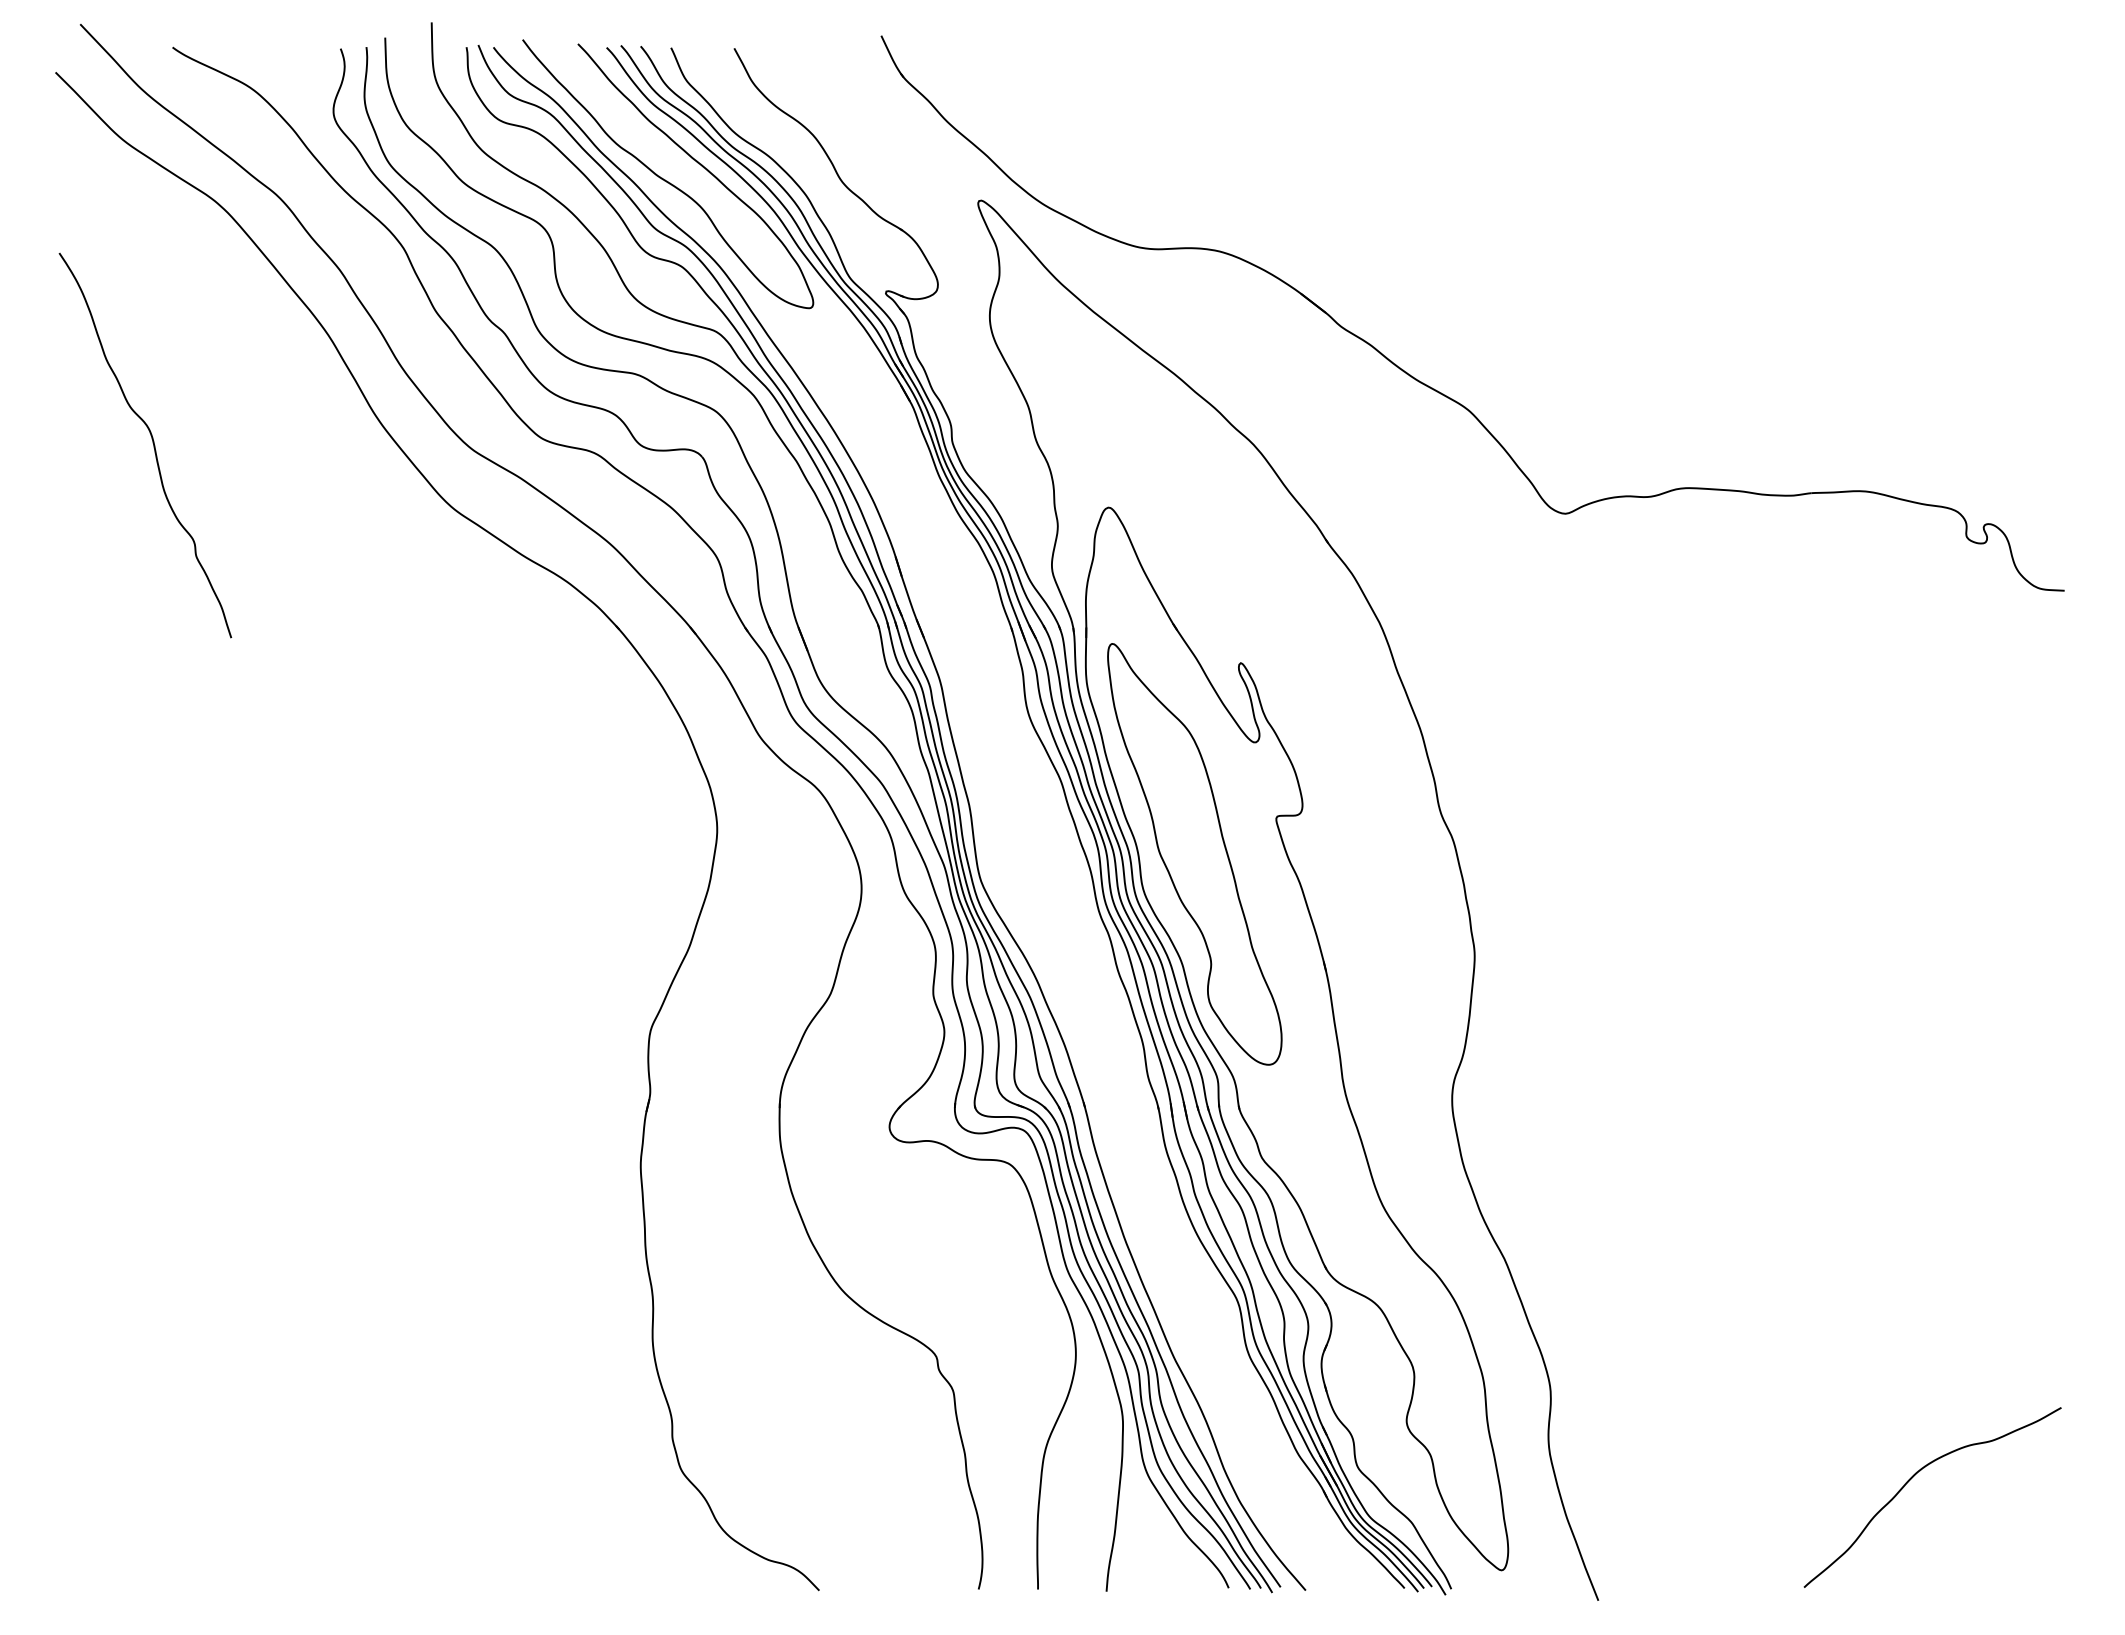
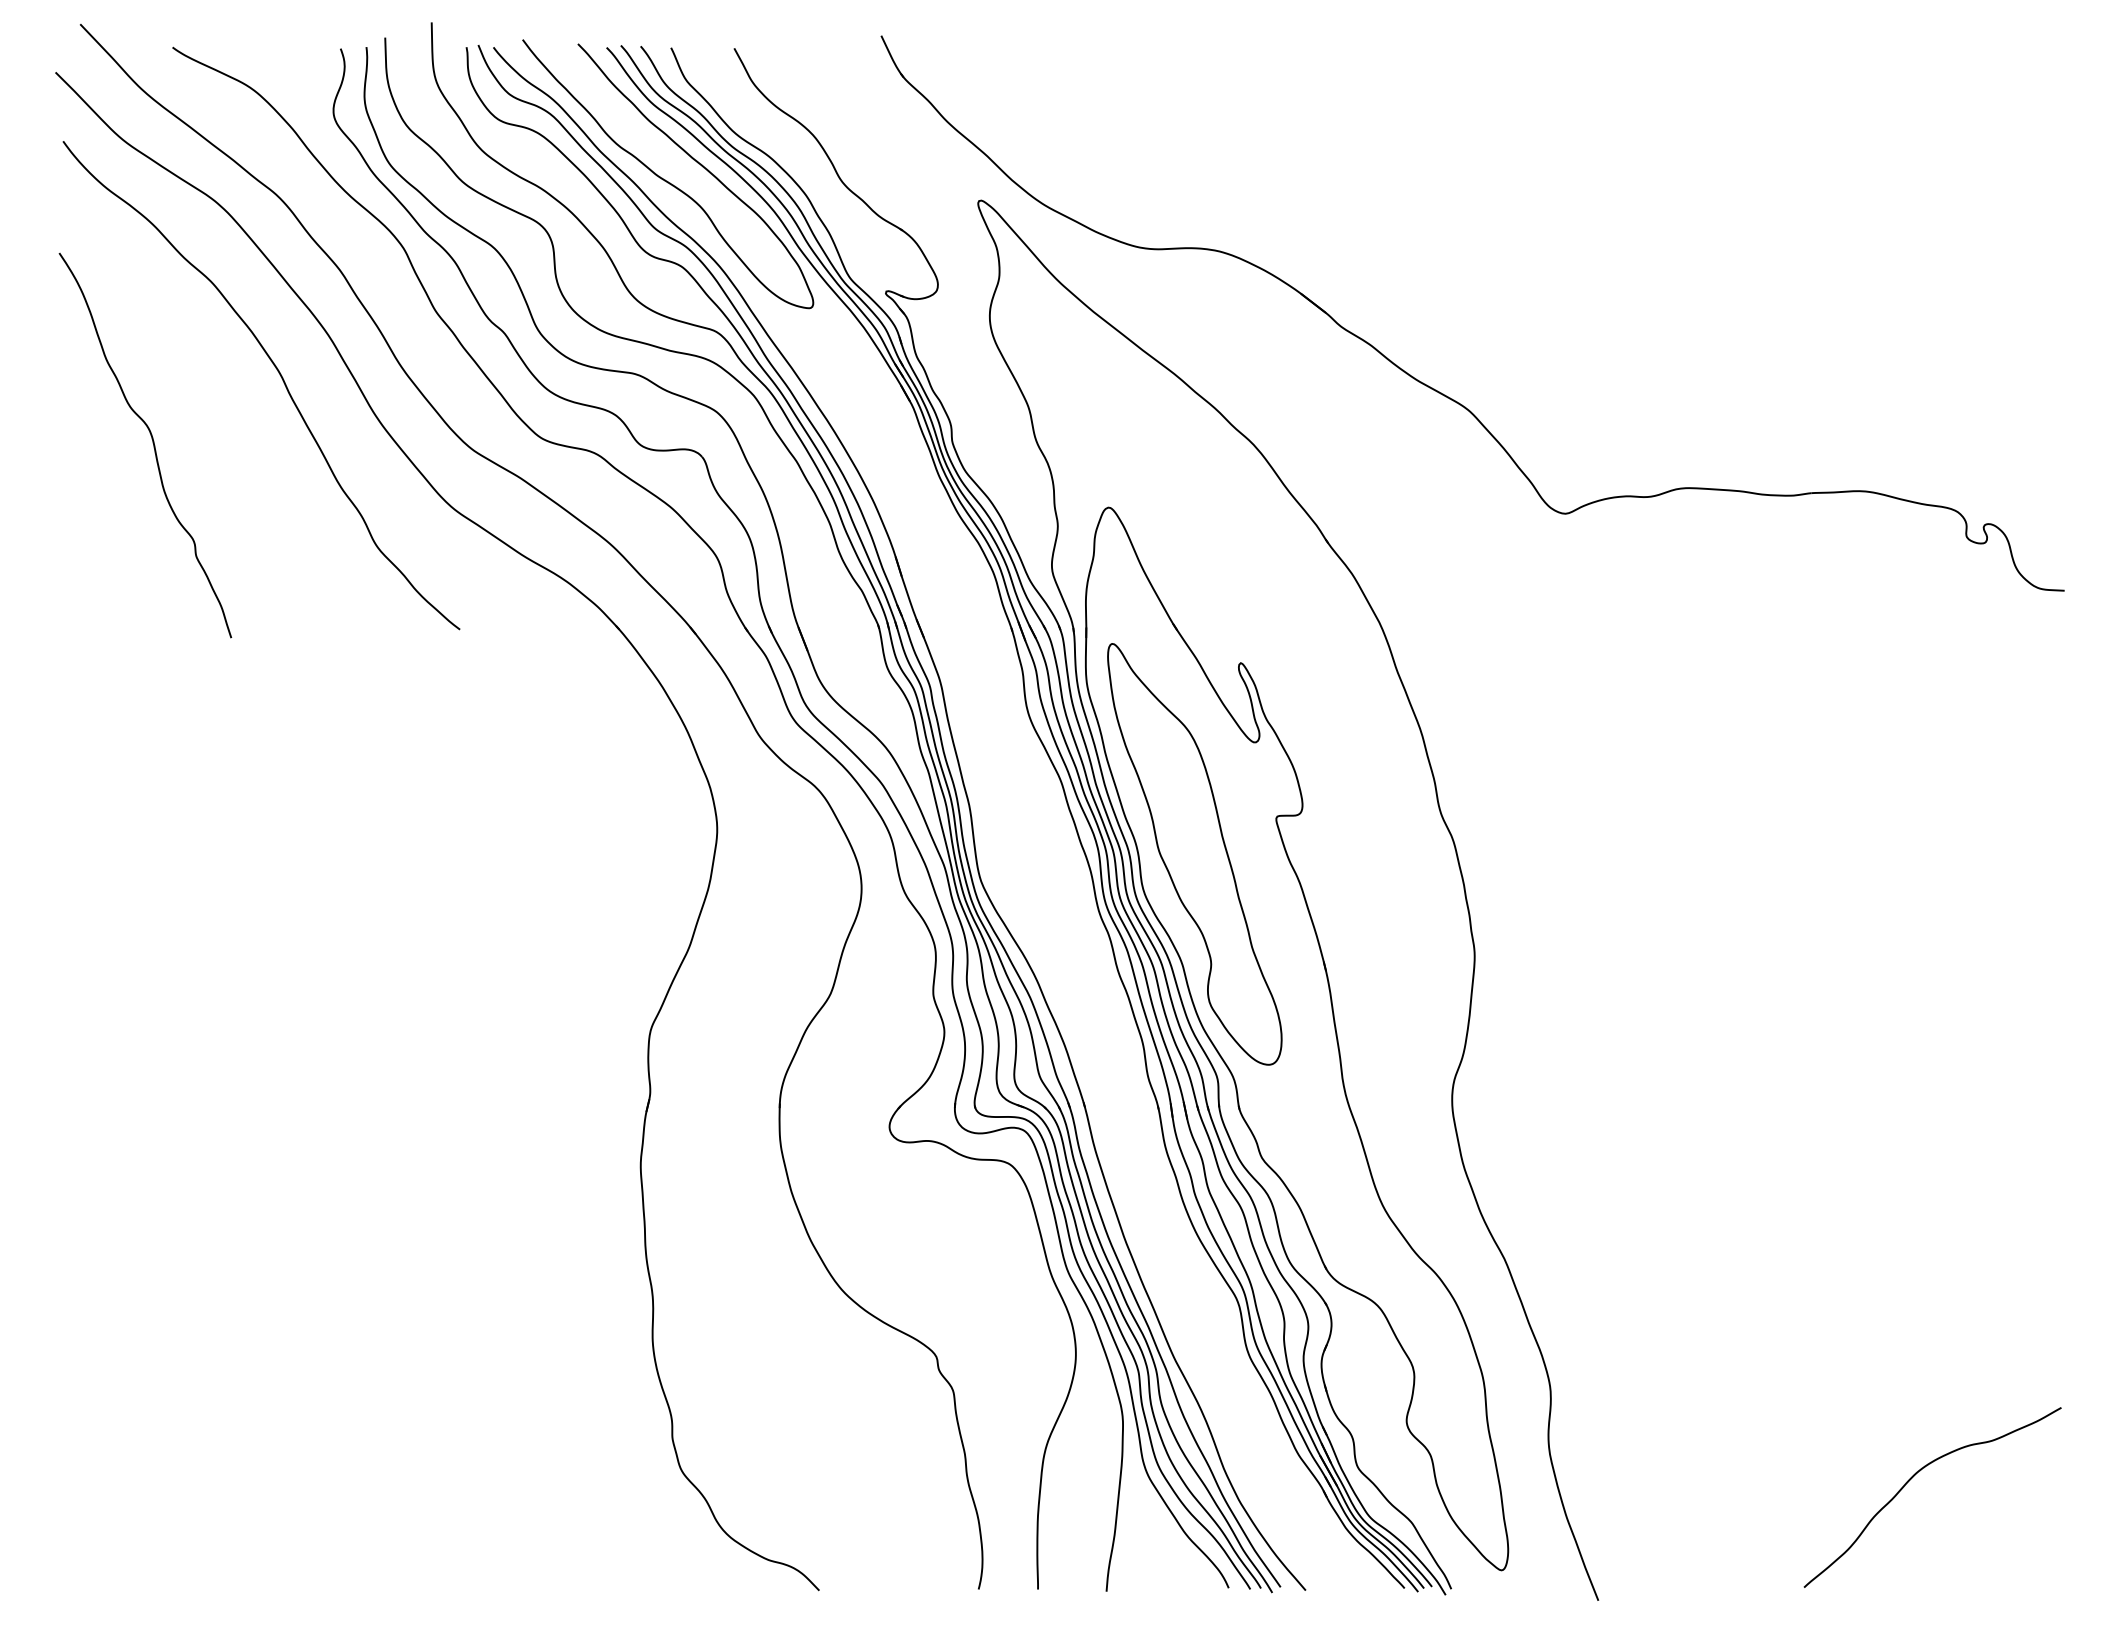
curve at (278, 373): none -> present
